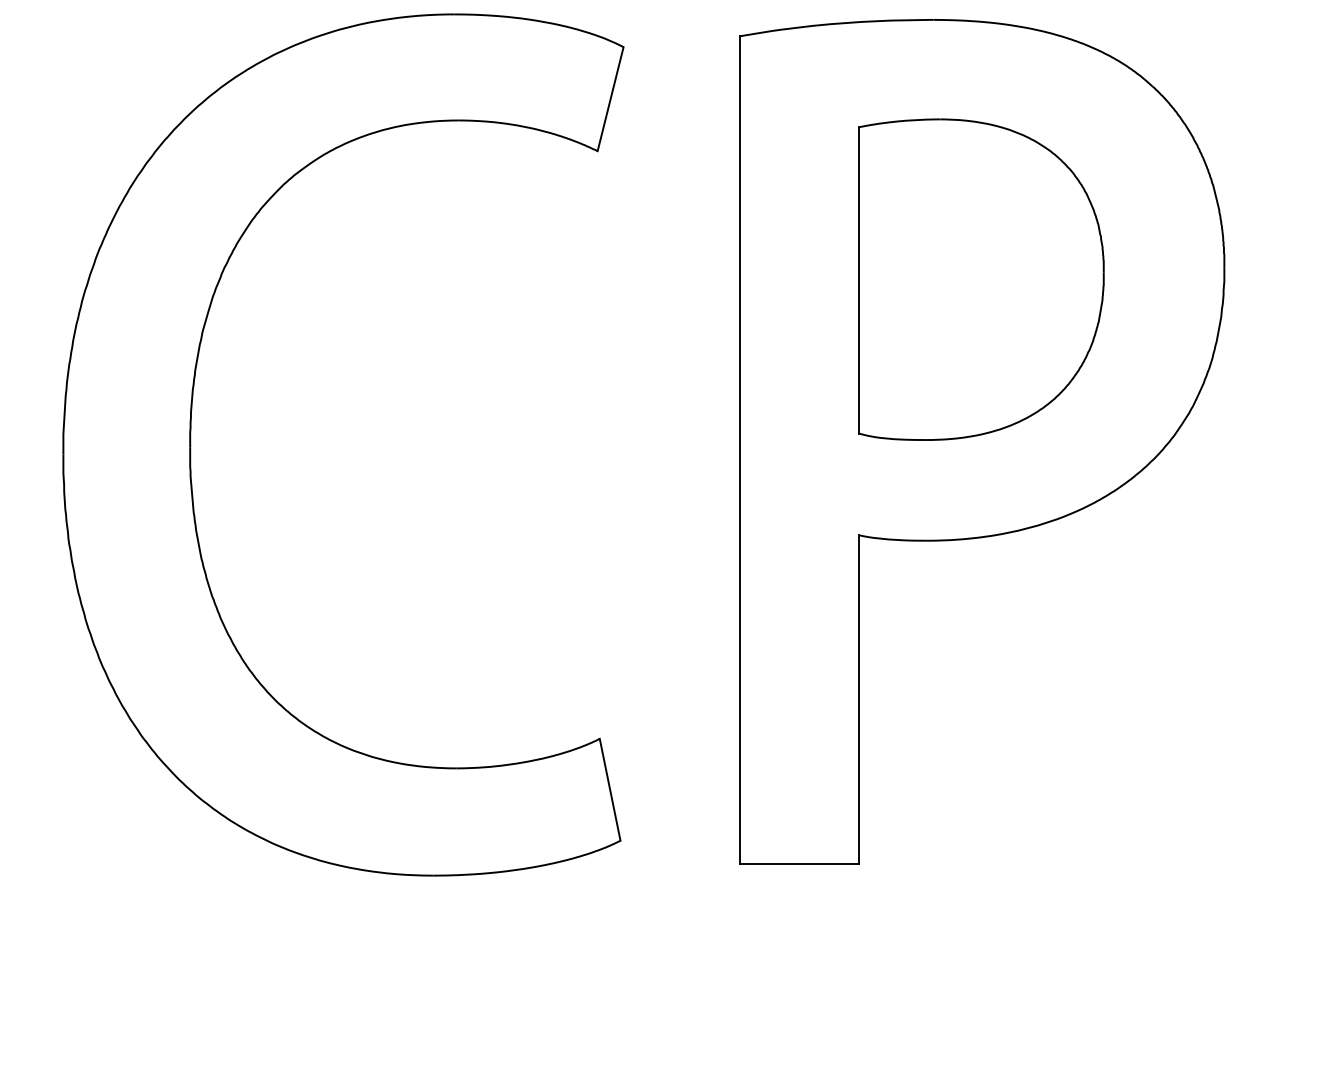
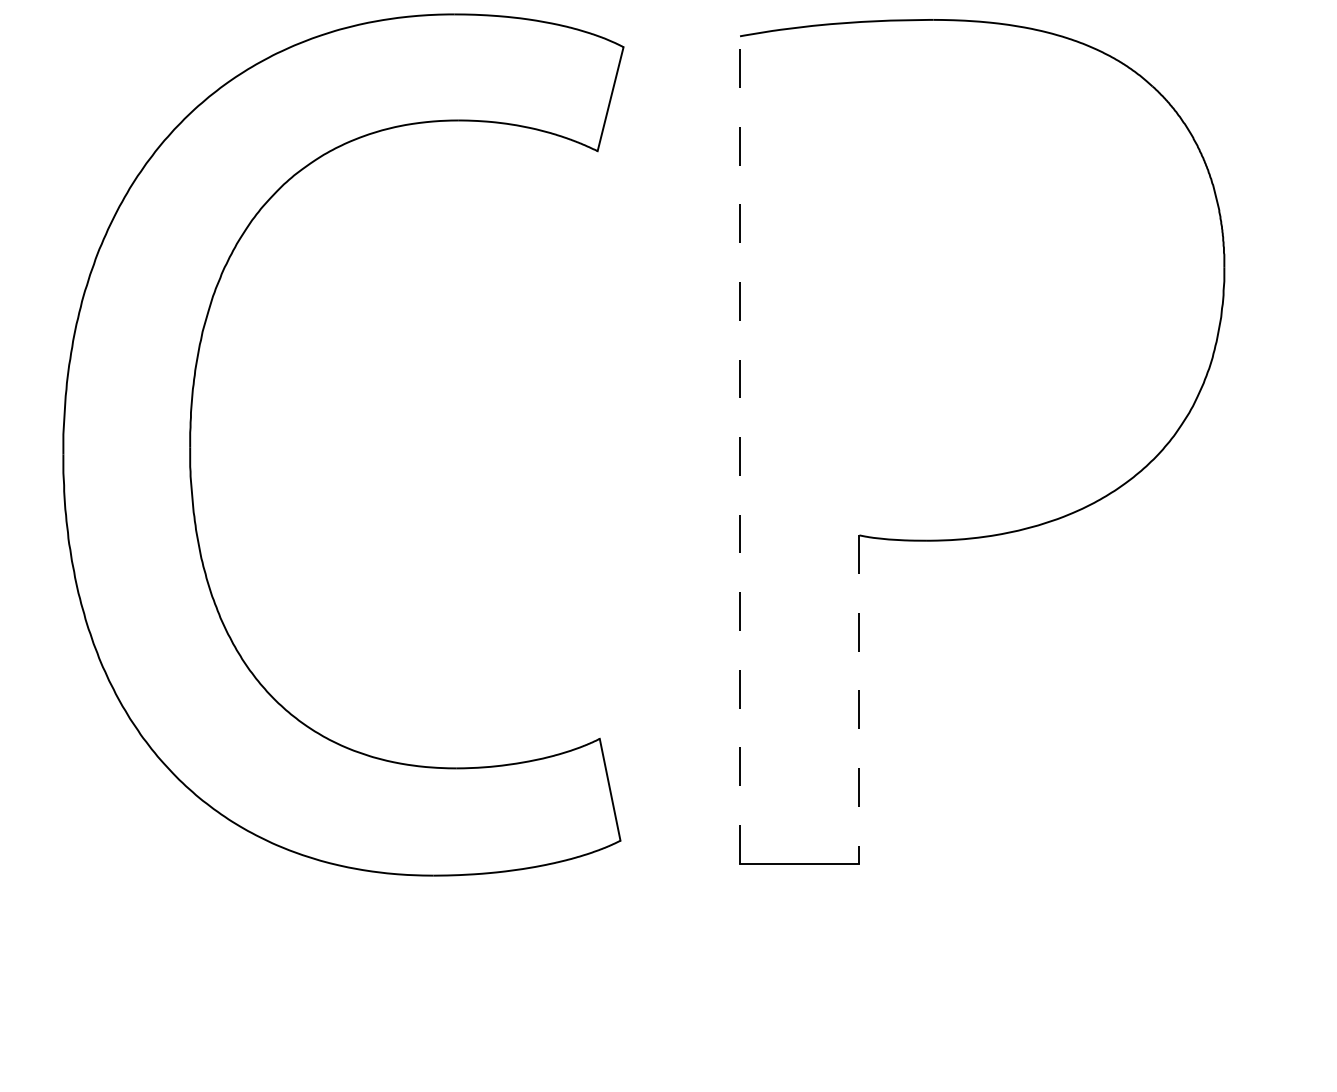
part at (981, 279): present -> none
line at (740, 449): solid -> dashed
line at (859, 700): solid -> dashed
